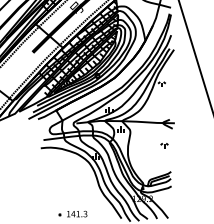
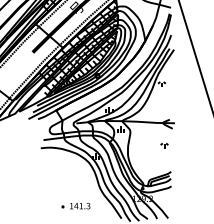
part at (72, 213) position: (72, 213) -> (75, 205)
